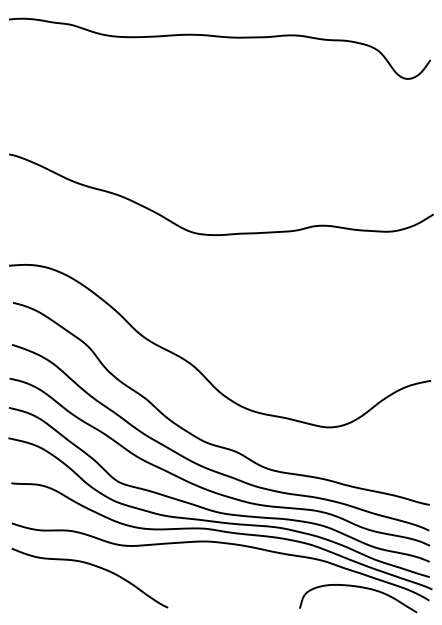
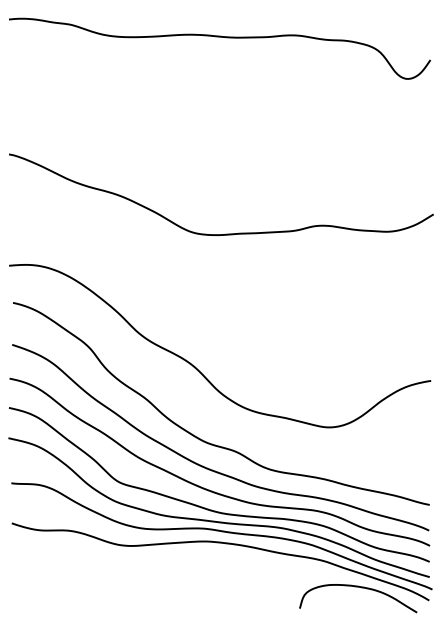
curve at (93, 566): present -> none
